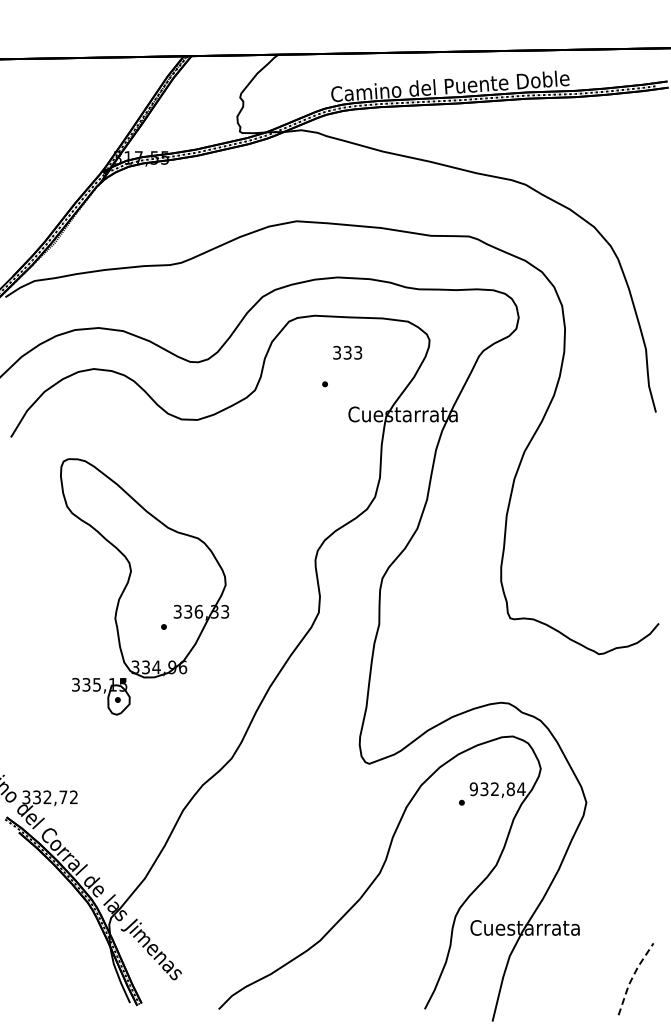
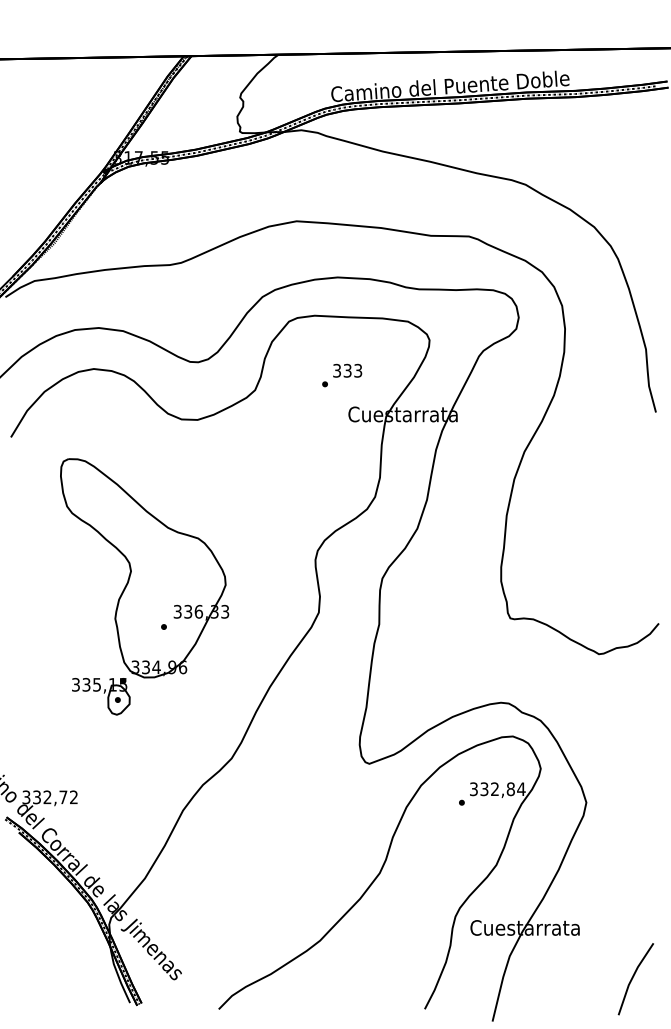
text at (347, 352) position: (347, 352) -> (347, 370)
text at (473, 788): 932,84 -> 332,84
line at (632, 977): dashed -> solid
